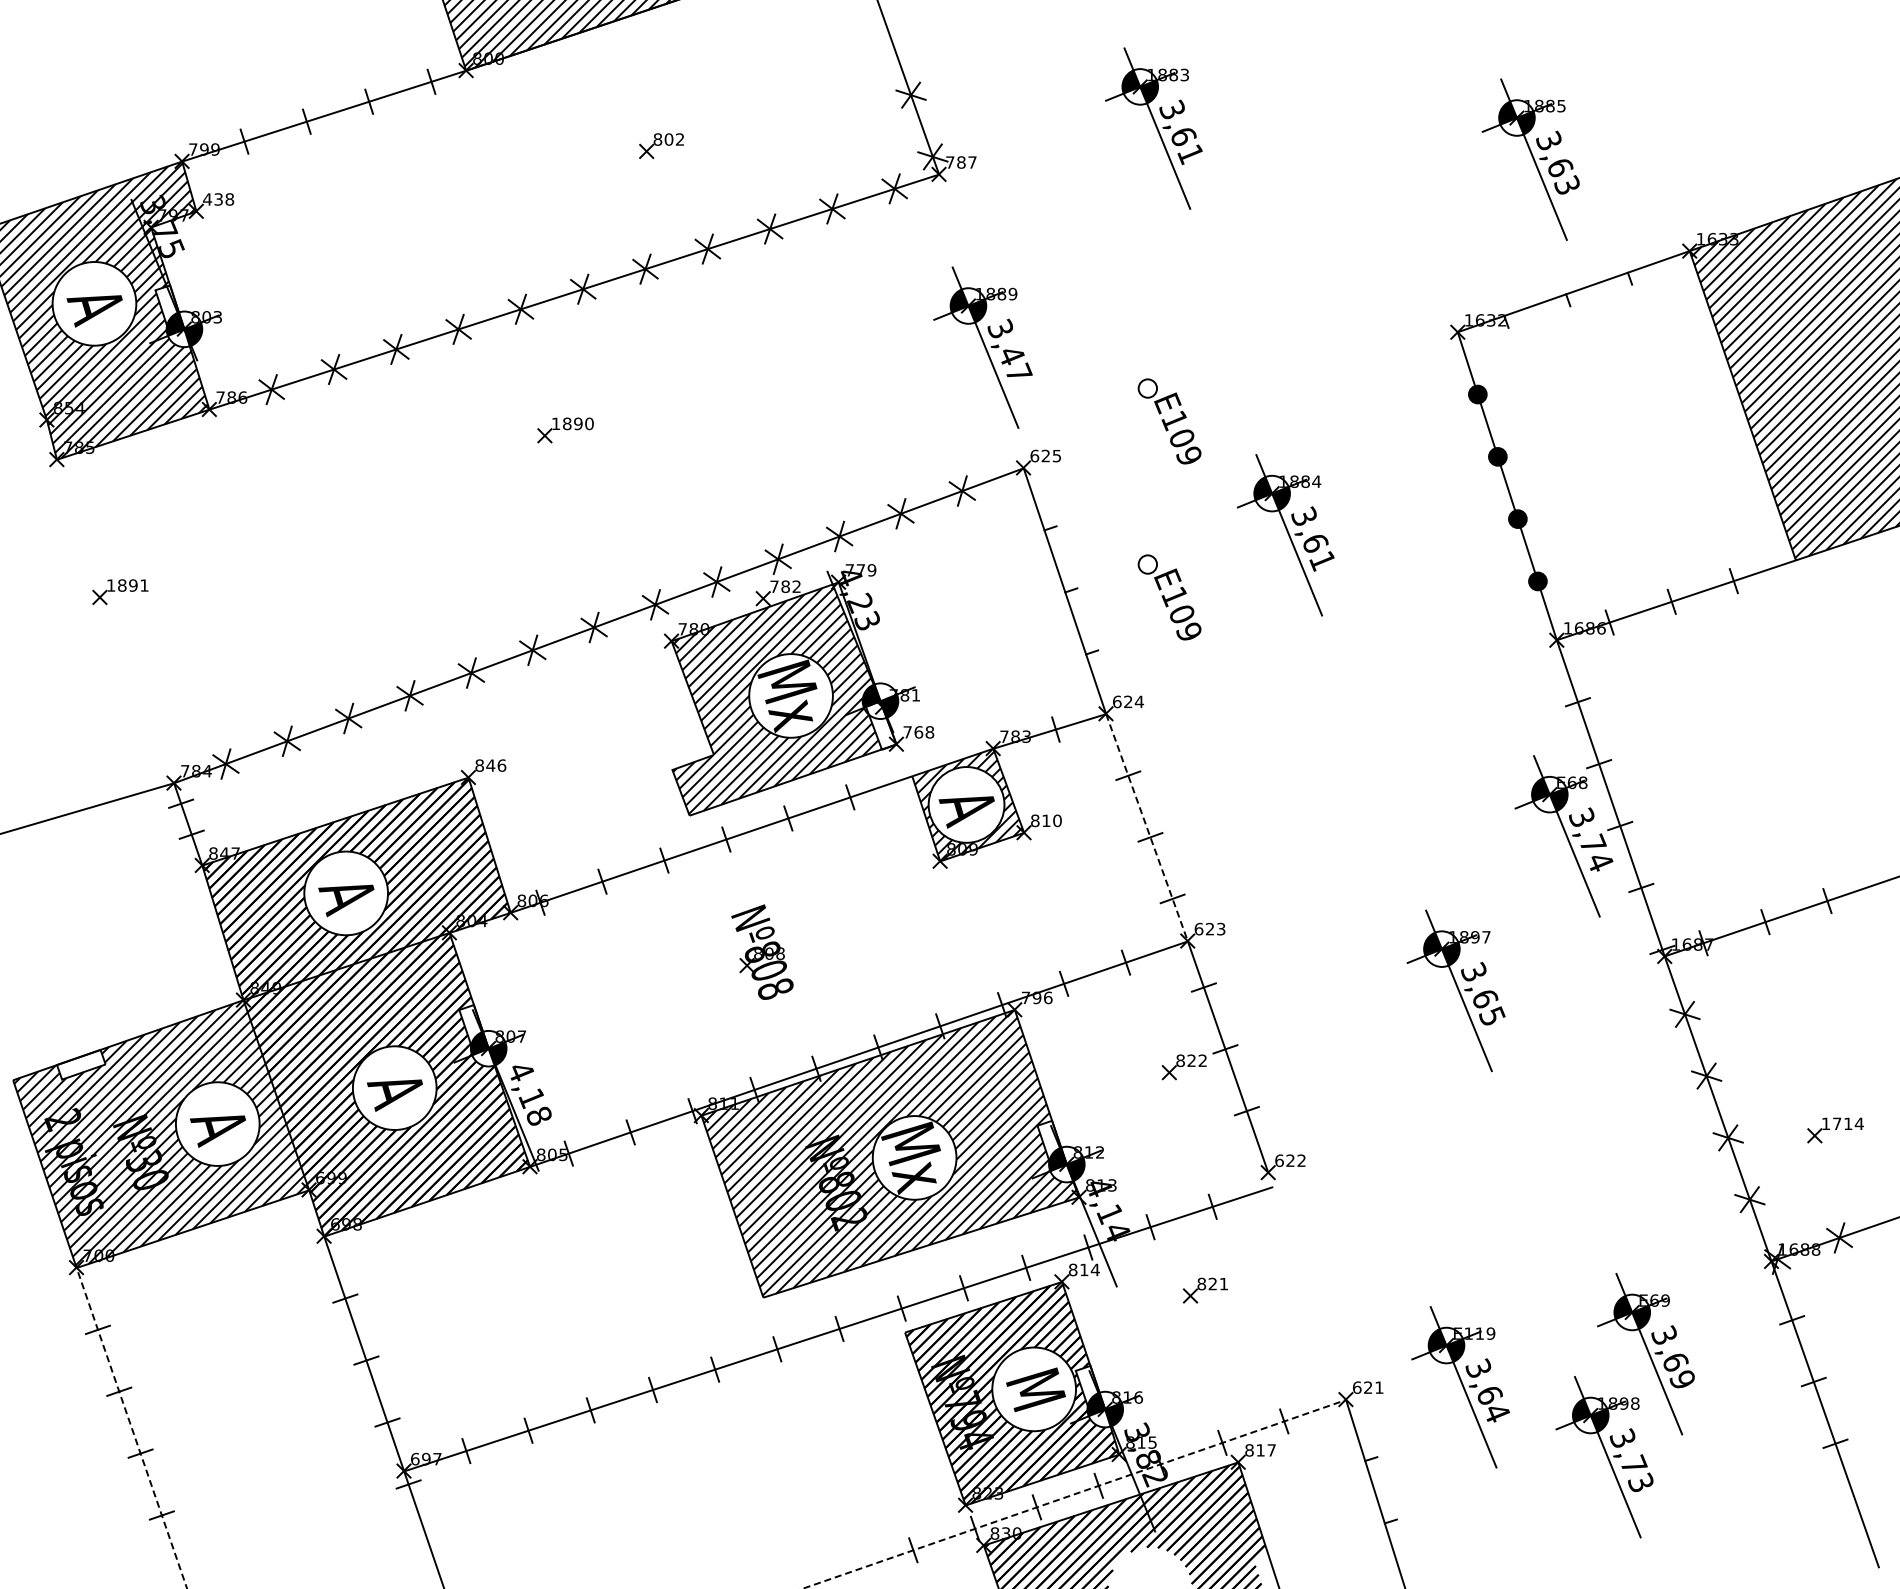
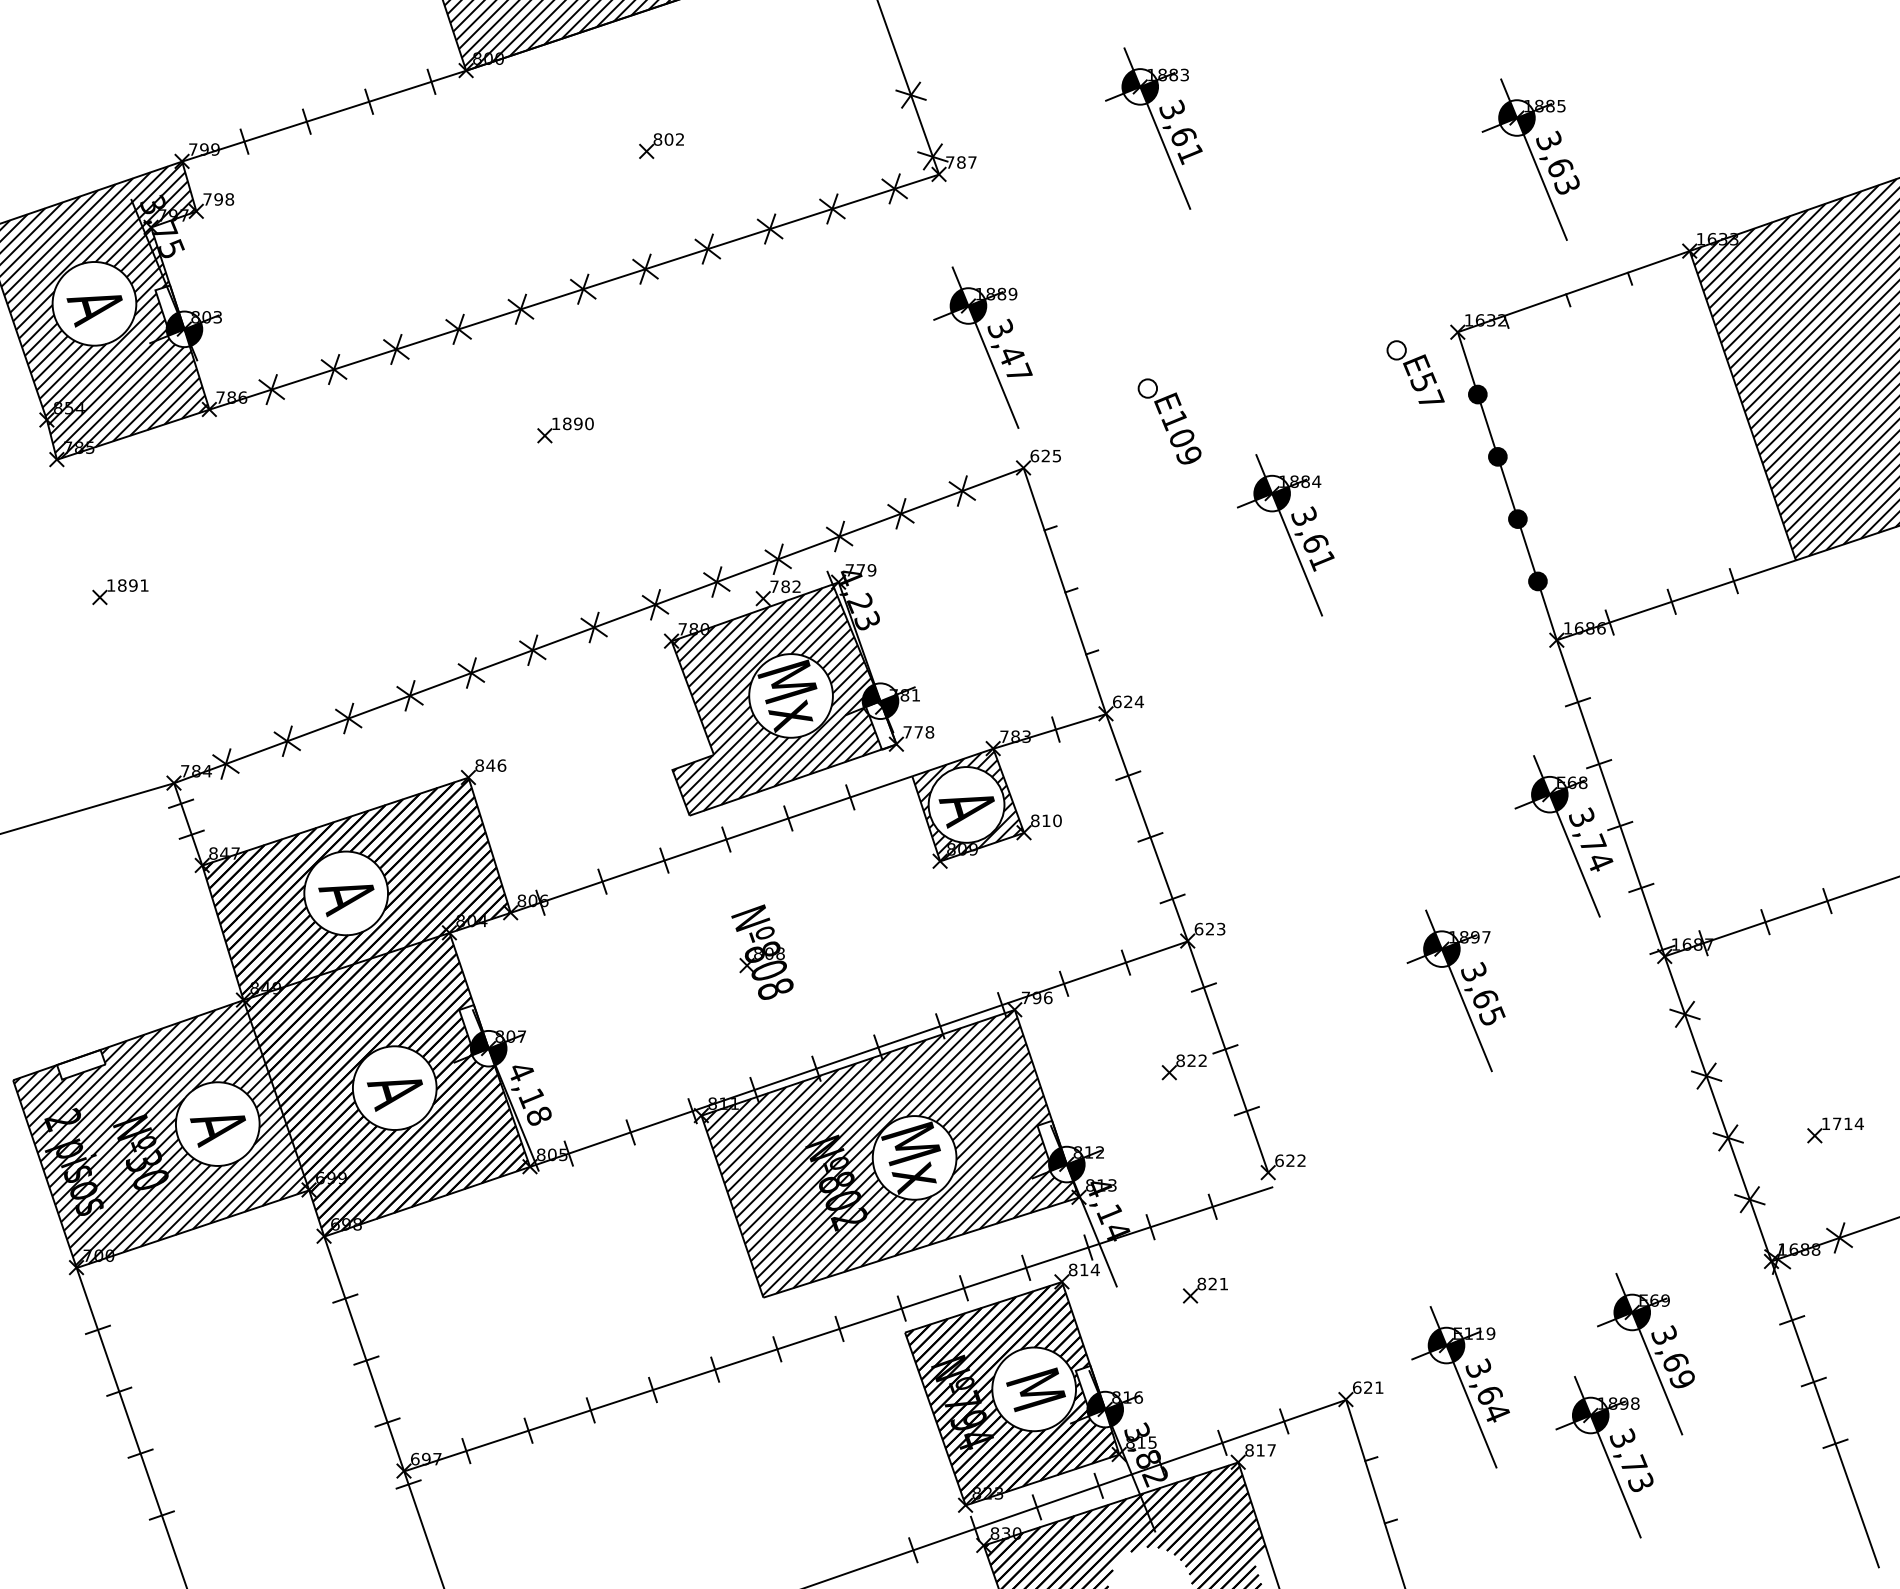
text at (212, 199): 438 -> 798
part at (1415, 371): none -> present
part at (1169, 597): present -> none
text at (918, 732): 768 -> 778
line at (1147, 827): dashed -> solid
line at (131, 1427): dashed -> solid
line at (1074, 1494): dashed -> solid
